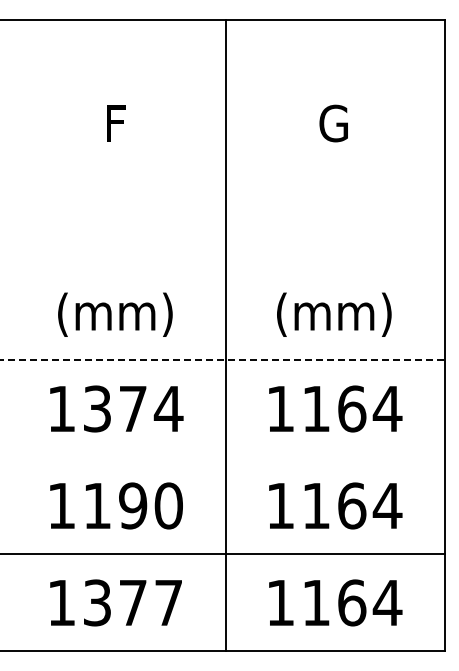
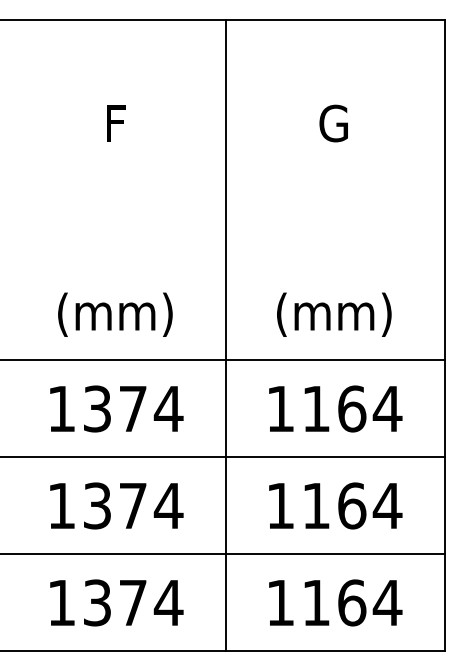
line at (223, 359): dashed -> solid
line at (223, 456): none -> present
text at (133, 505): 1190 -> 1374
text at (168, 602): 1377 -> 1374
